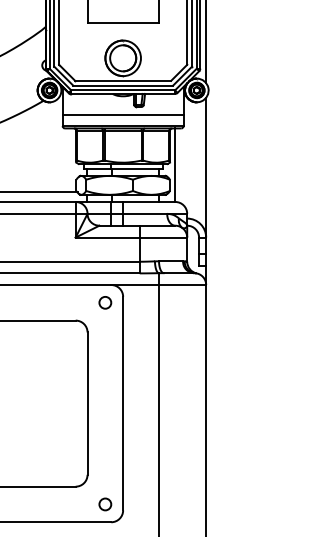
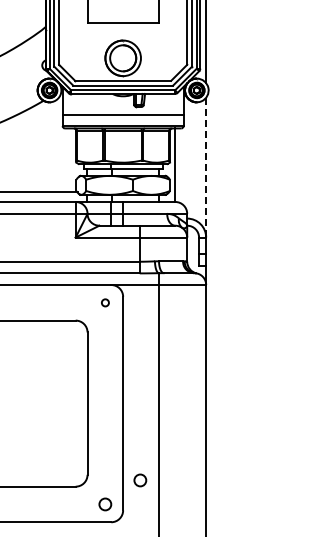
line at (206, 167): solid -> dashed
circle at (105, 302) size: 15x14 px -> 9x10 px
circle at (140, 480): none -> present
